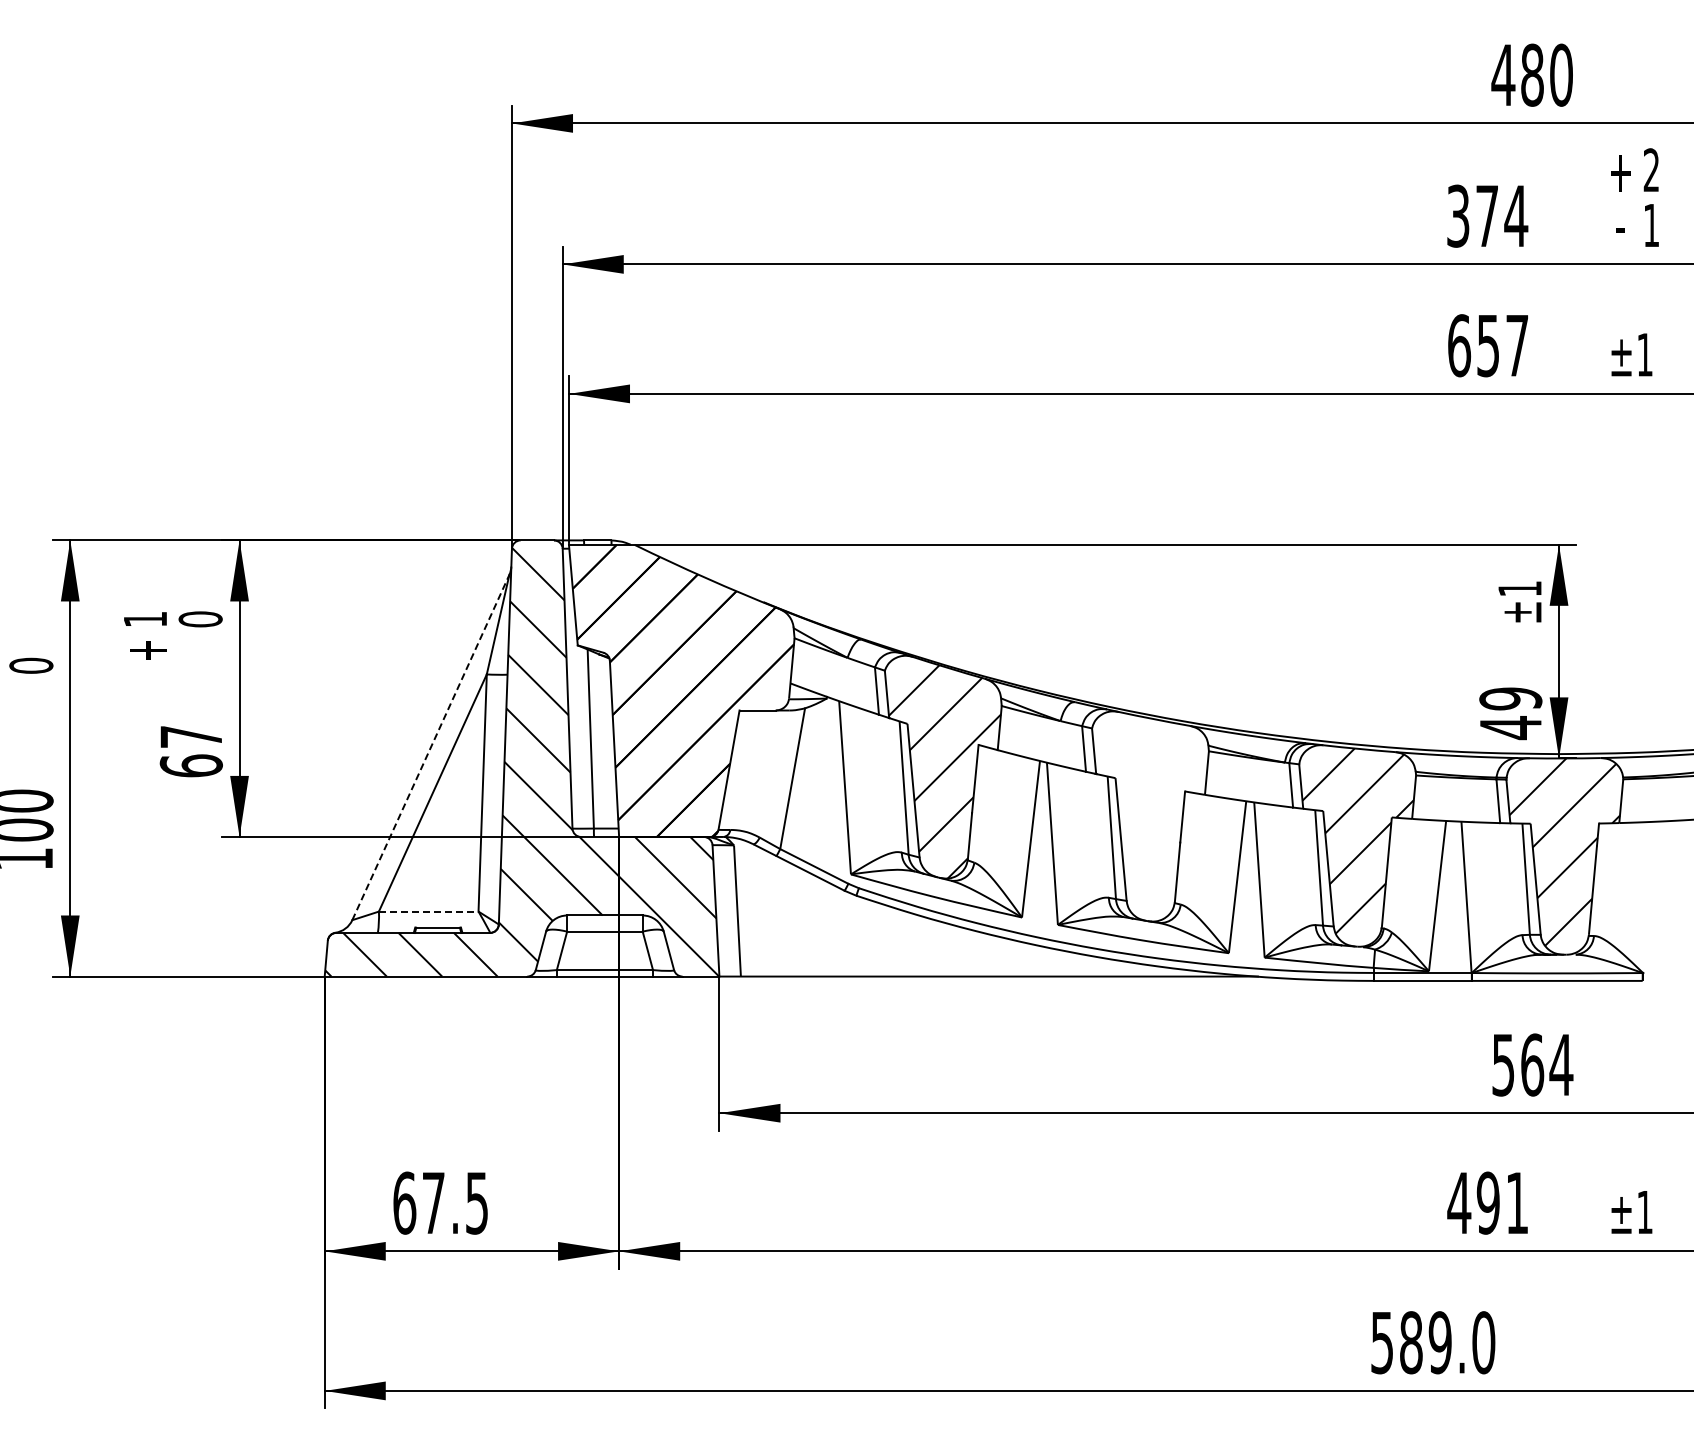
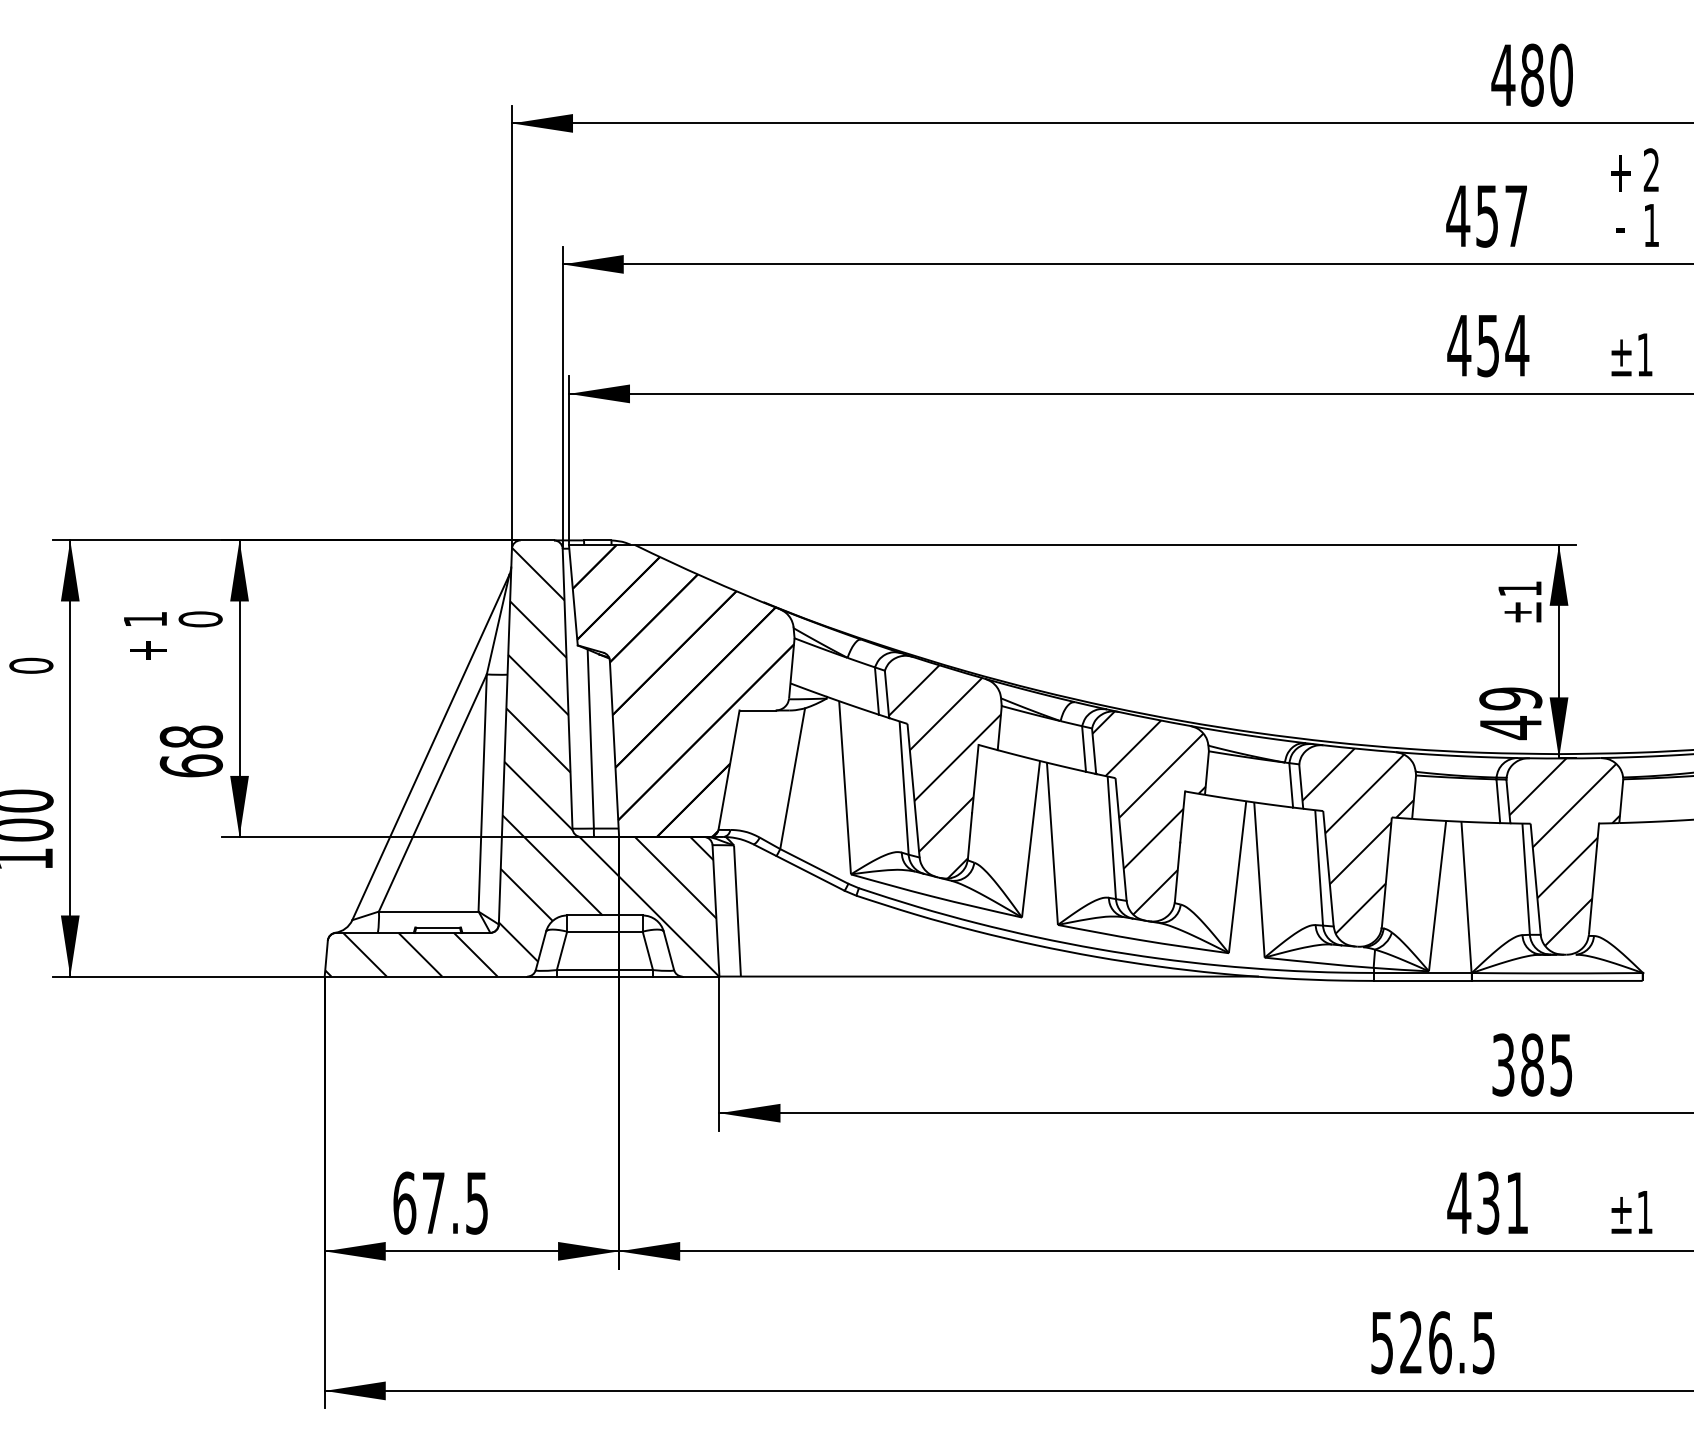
text at (1487, 215): 374 -> 457
text at (1488, 345): 657 -> 454
text at (190, 736): 67 -> 68
line at (430, 747): dashed -> solid
hatch at (1148, 812): none -> present
line at (428, 911): dashed -> solid
text at (1533, 1064): 564 -> 385
text at (1487, 1202): 491 -> 431
text at (1447, 1342): 589.0 -> 526.5
